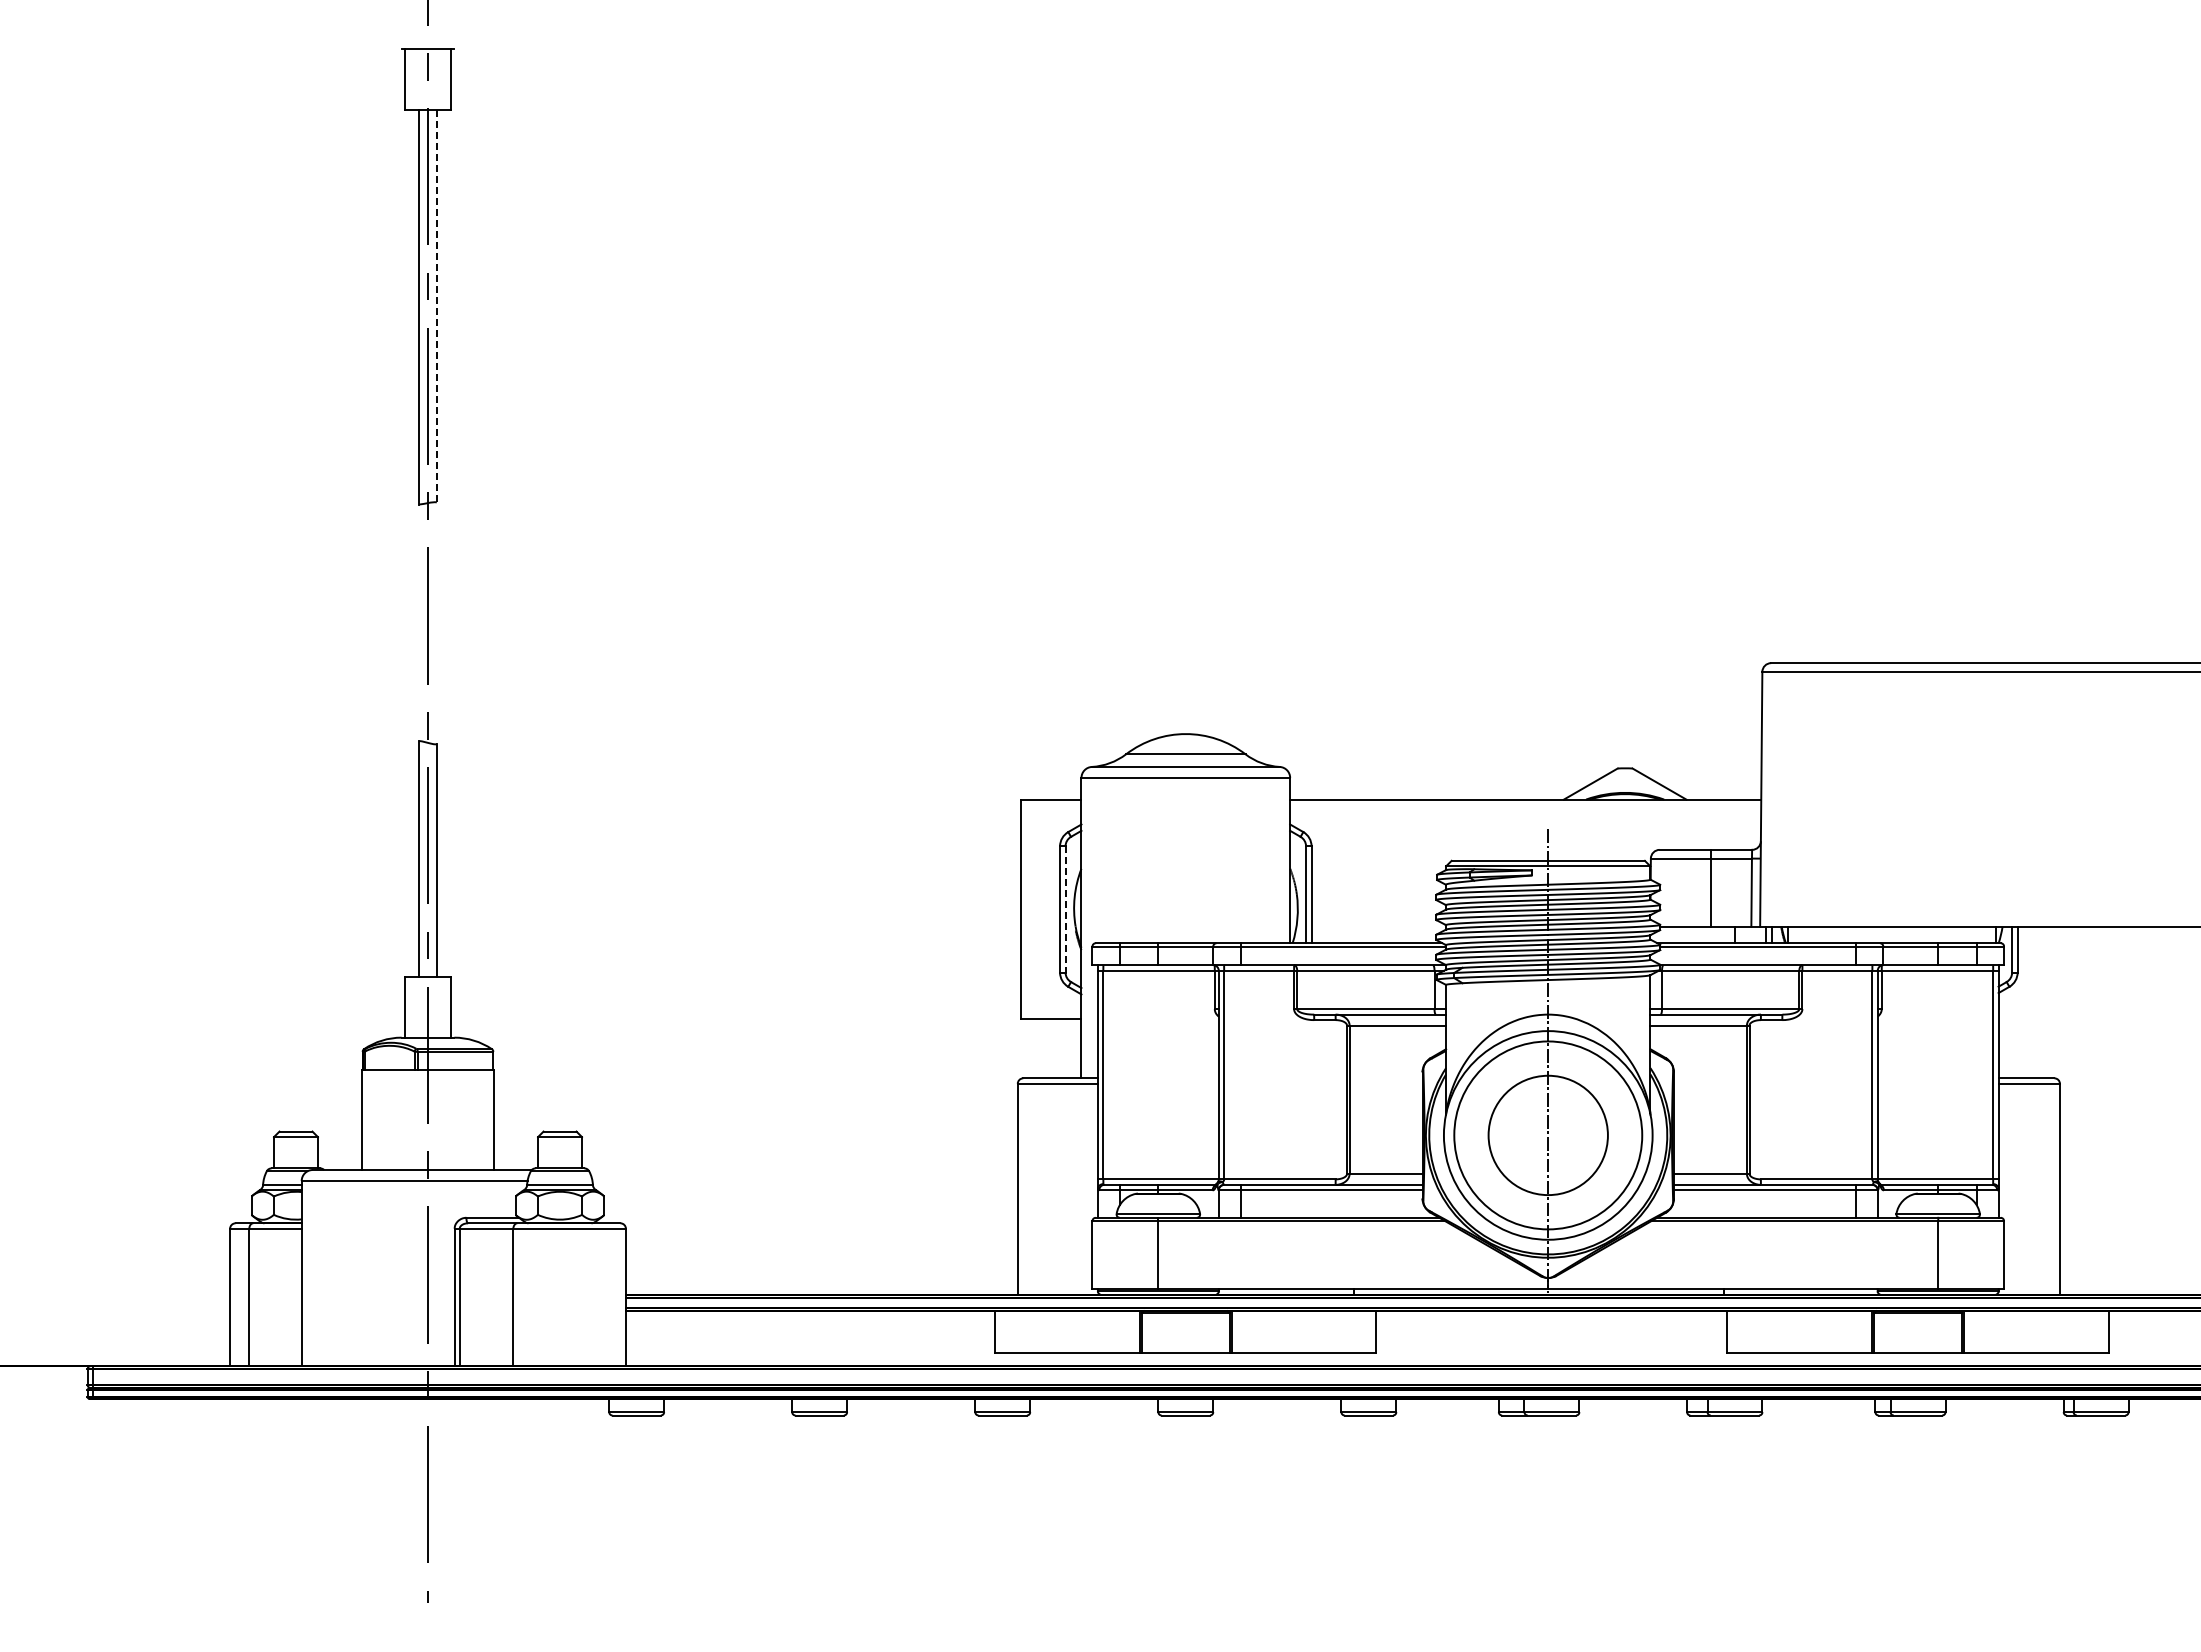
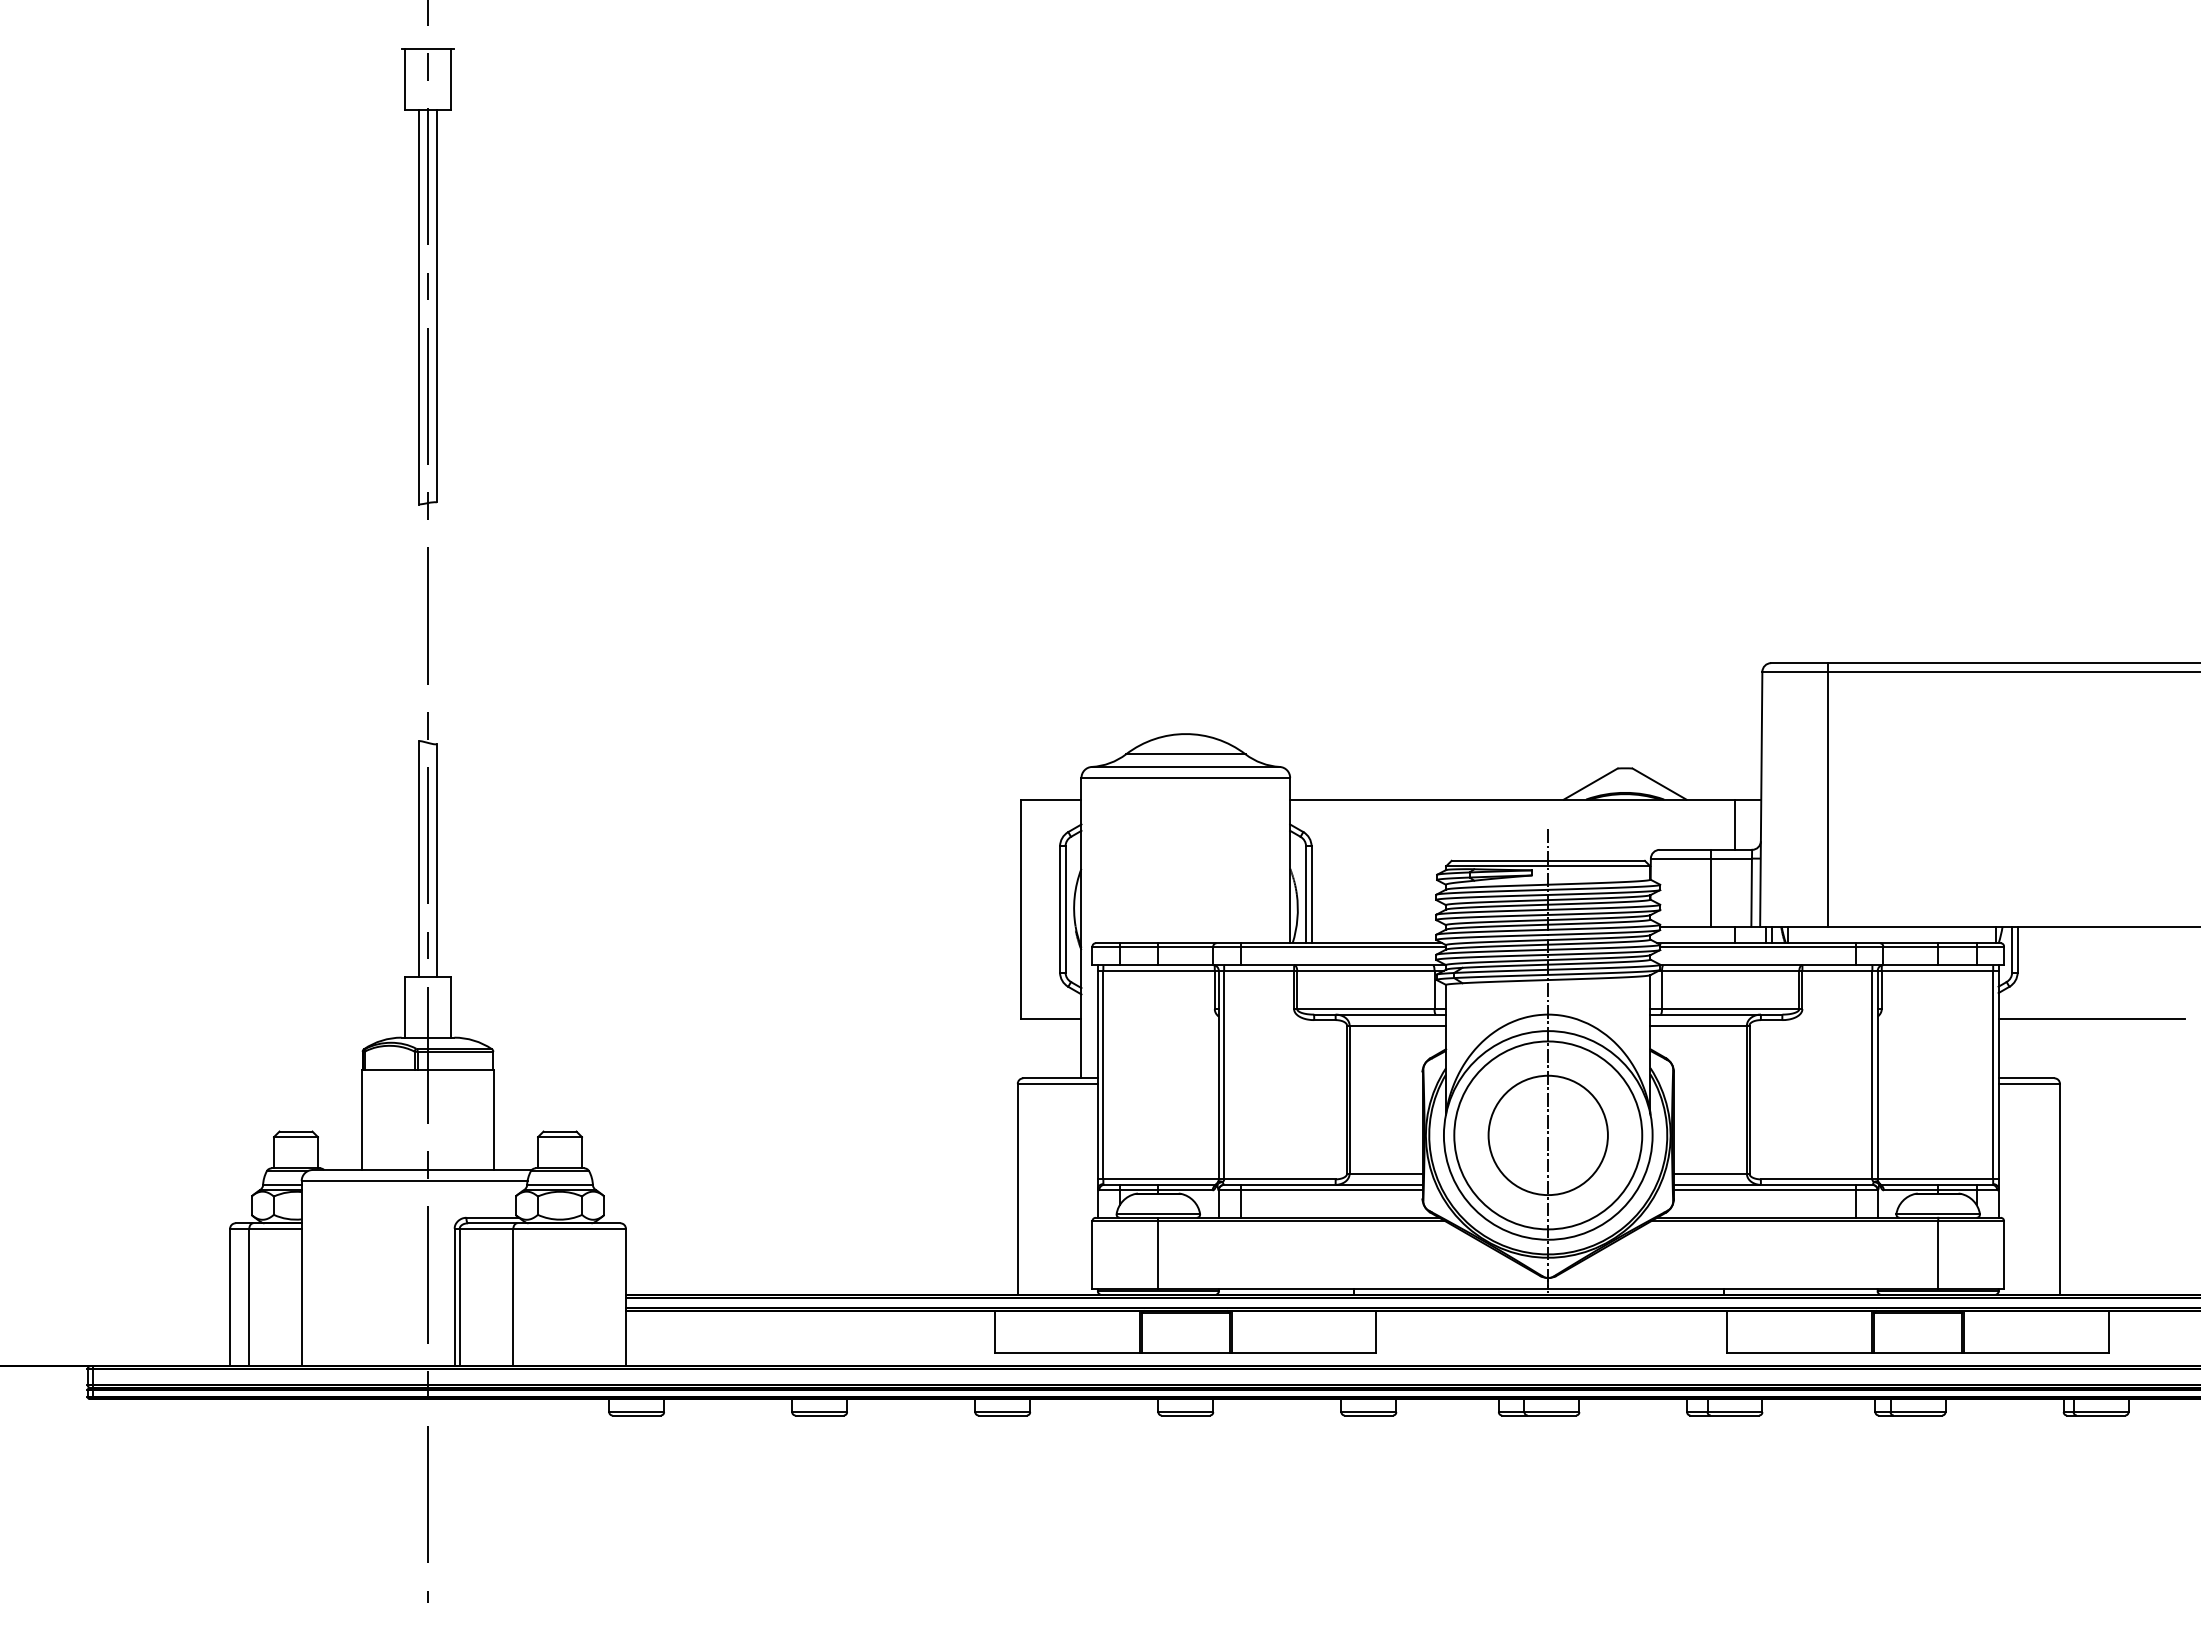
line at (436, 306): dashed -> solid
line at (1828, 794): none -> present
line at (1734, 824): none -> present
line at (1065, 909): dashed -> solid
line at (2091, 1019): none -> present
